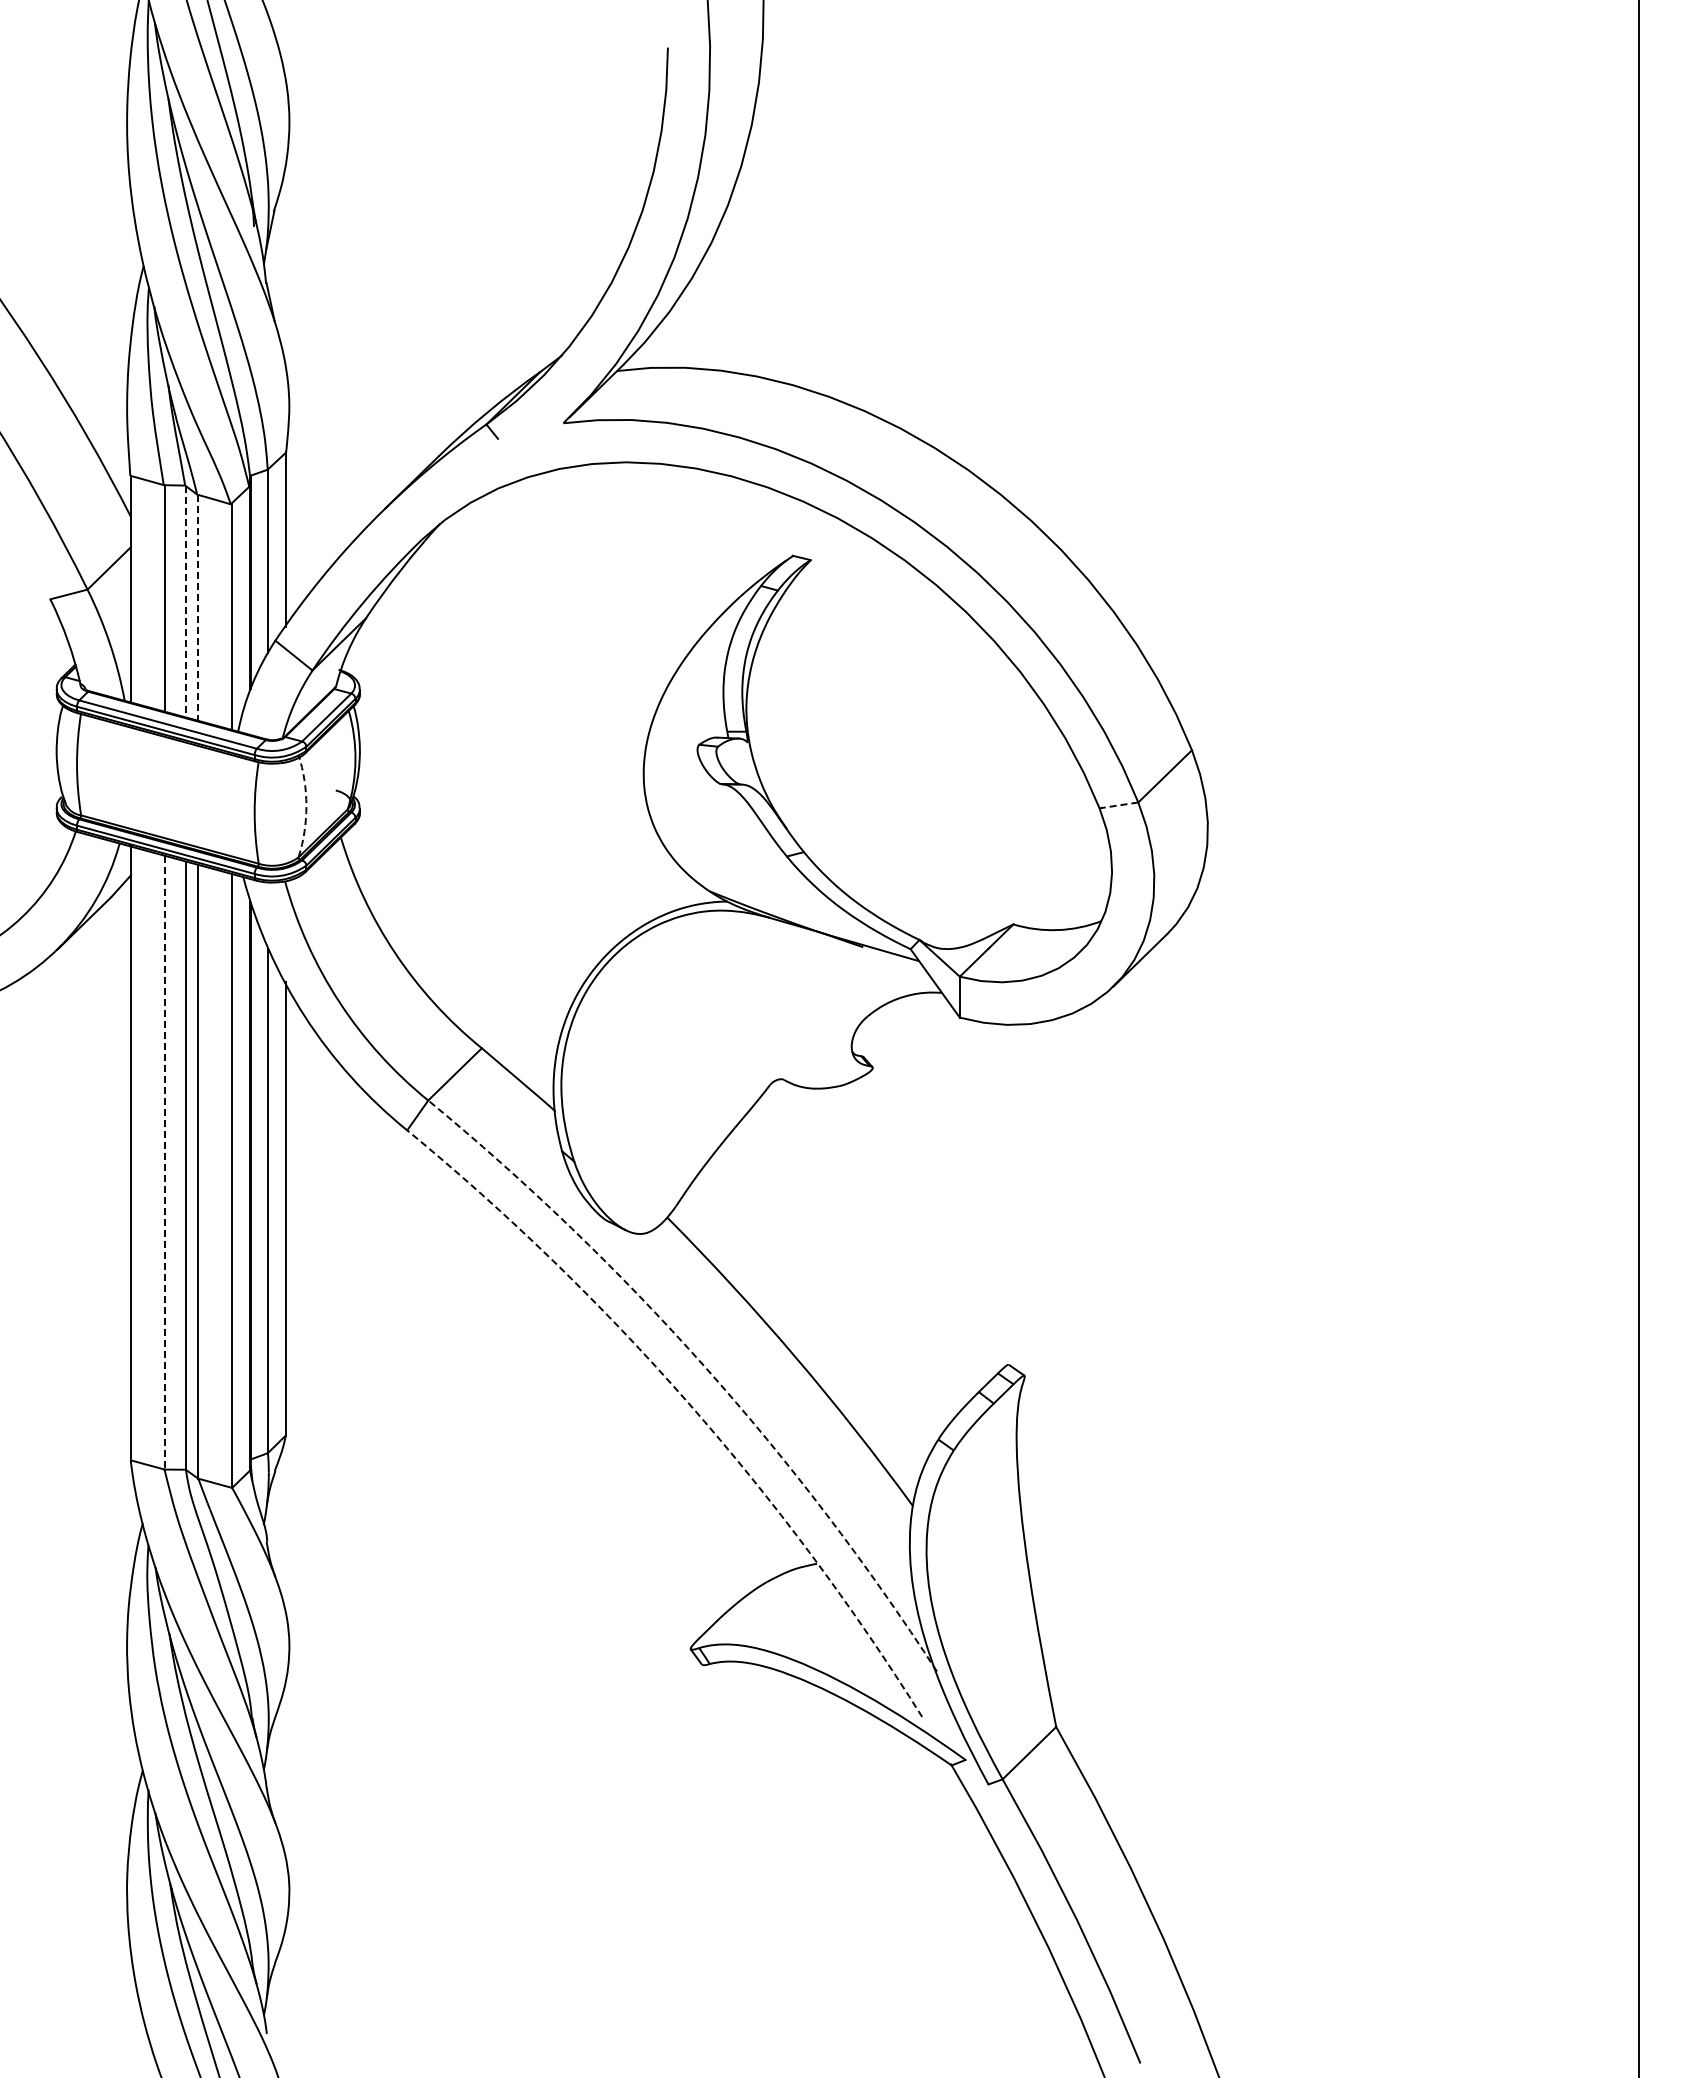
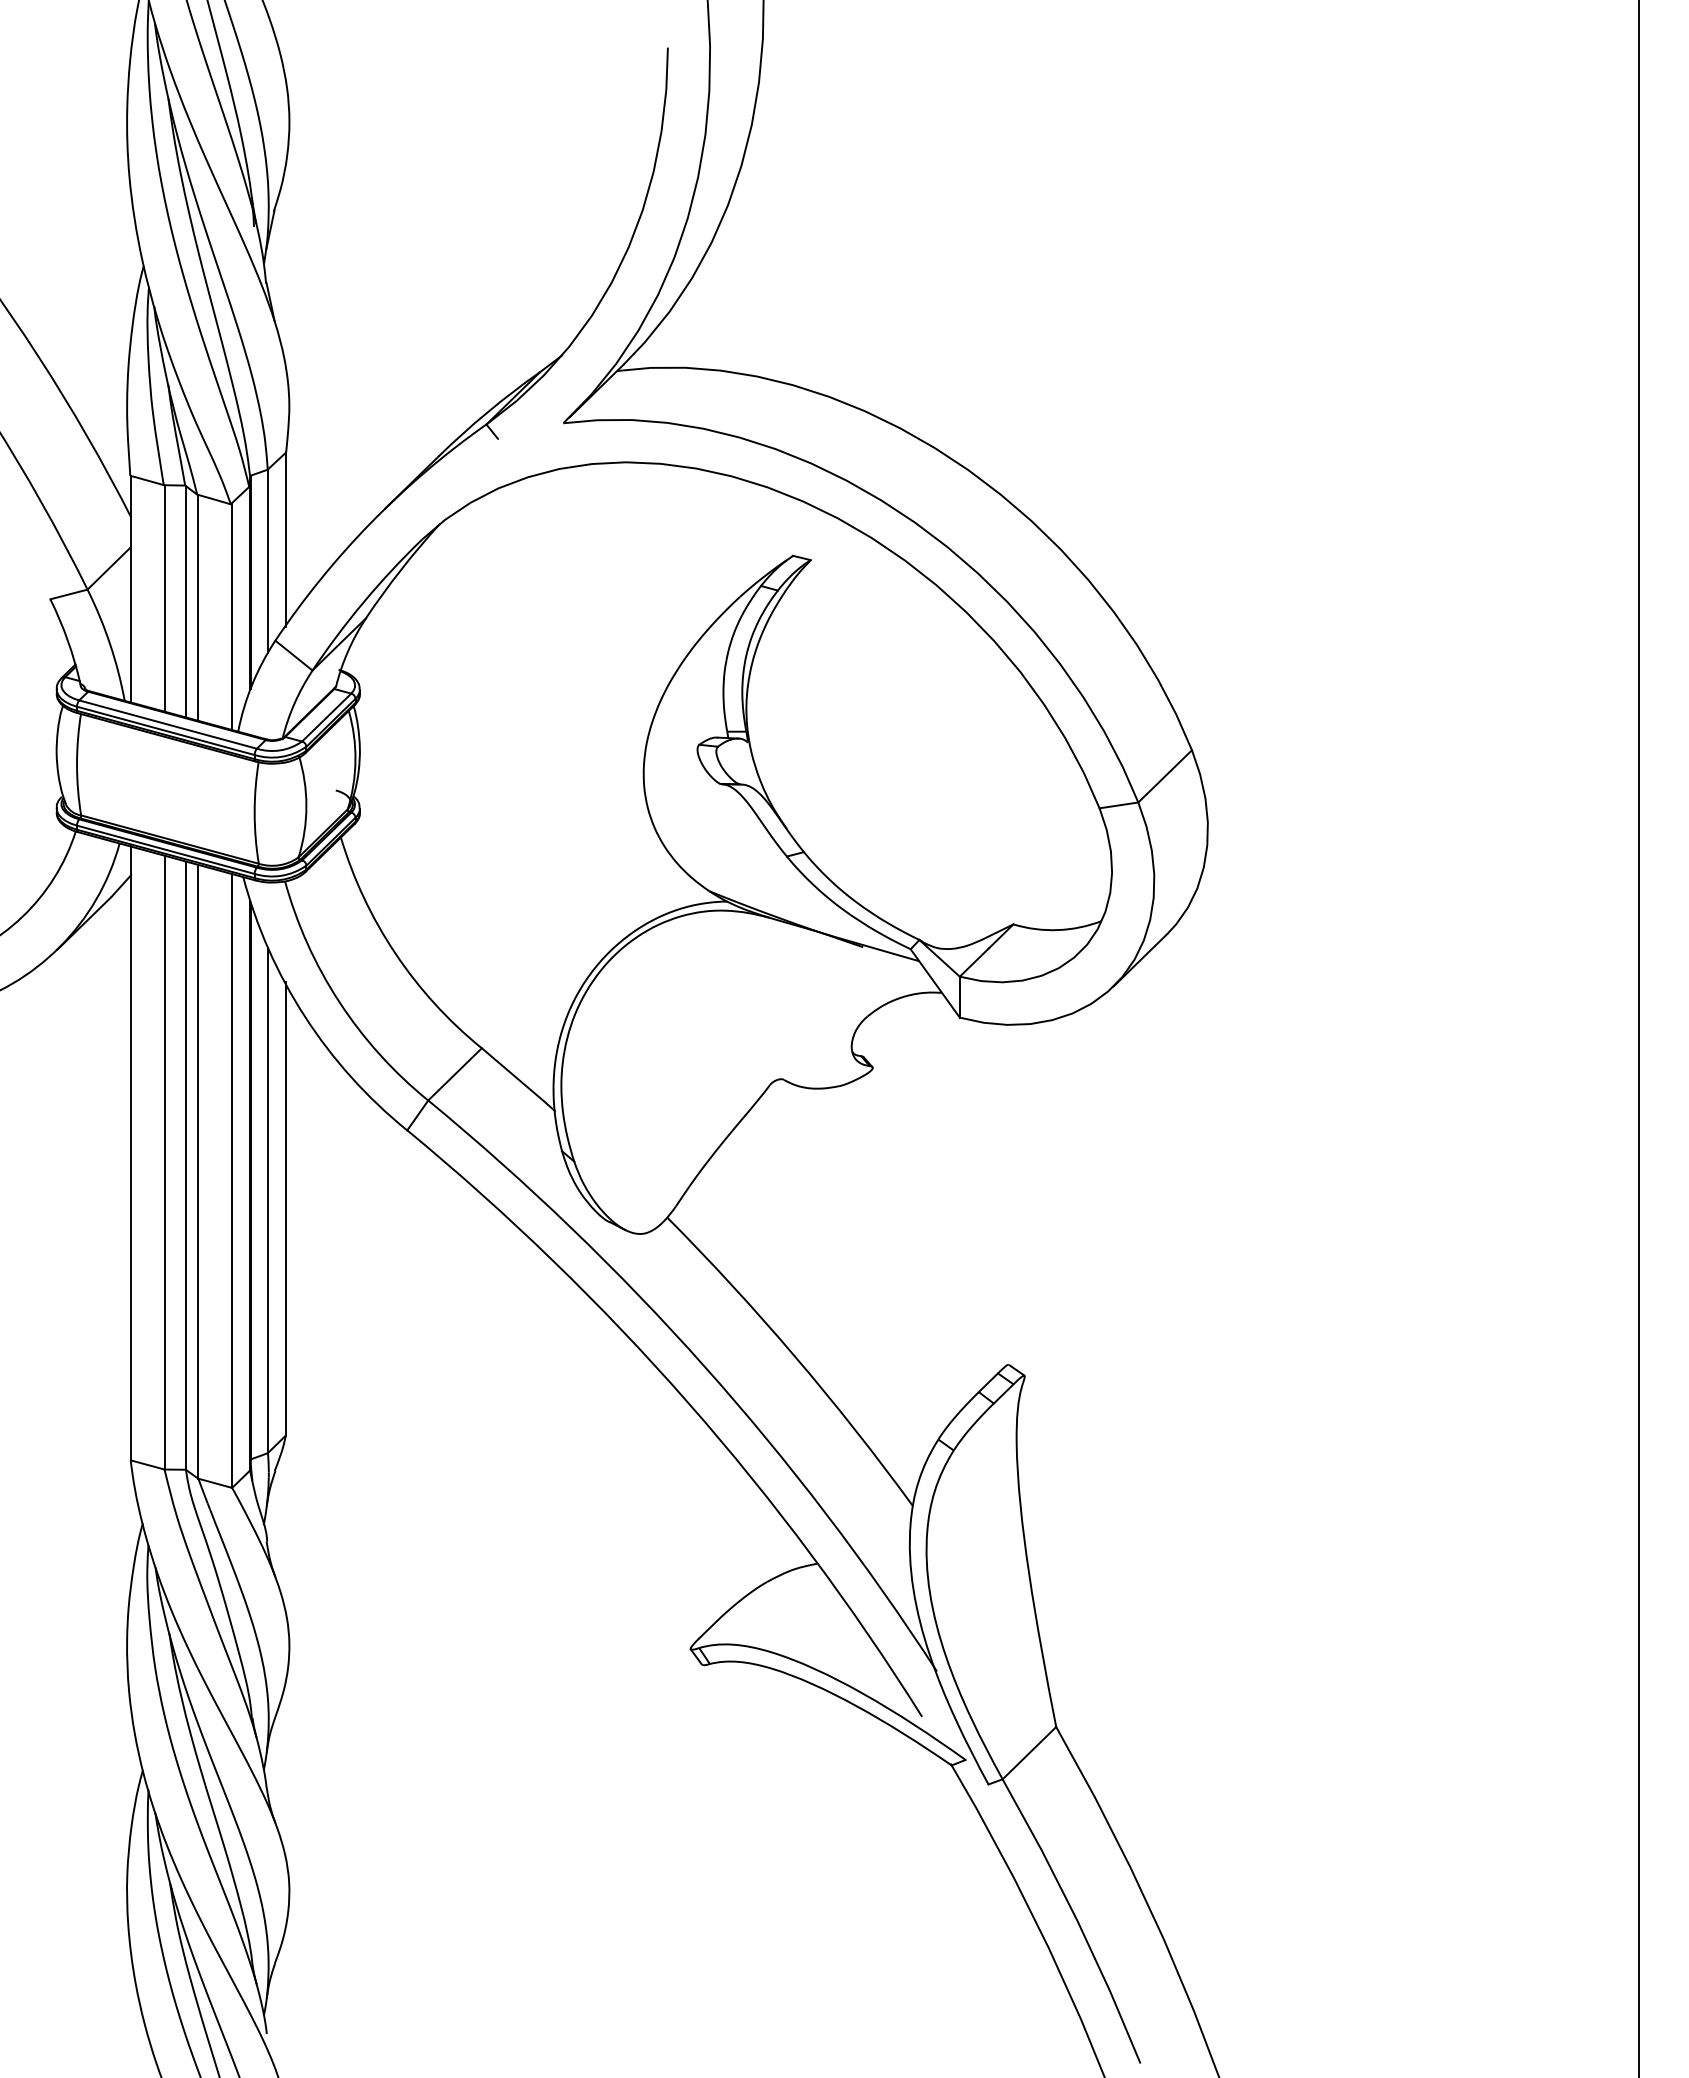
line at (185, 601): dashed -> solid
line at (198, 608): dashed -> solid
line at (1118, 805): dashed -> solid
arc at (306, 806): dashed -> solid
line at (164, 1162): dashed -> solid
arc at (704, 1366): dashed -> solid
arc at (688, 1402): dashed -> solid
